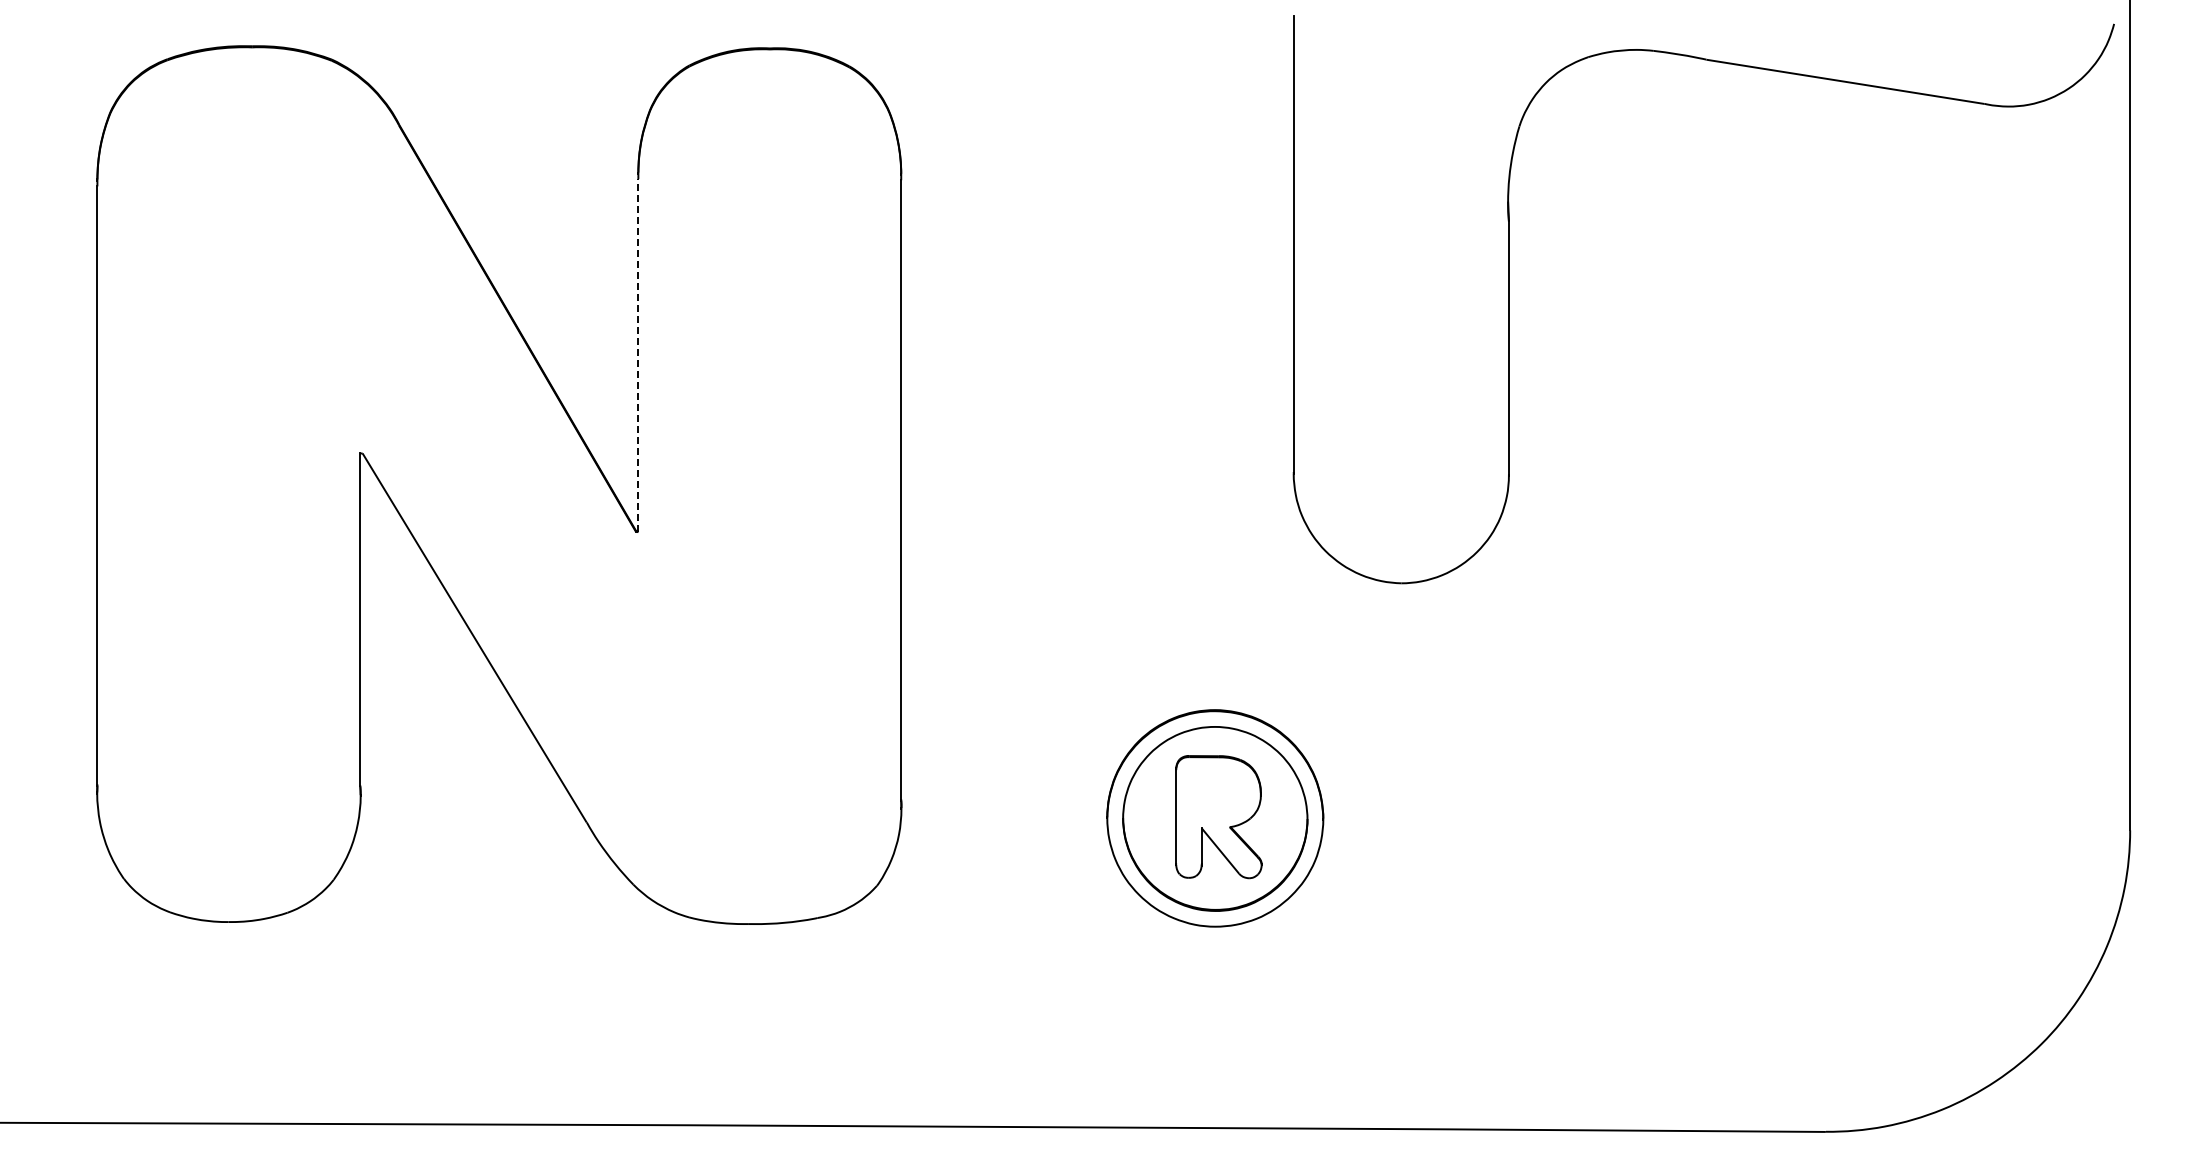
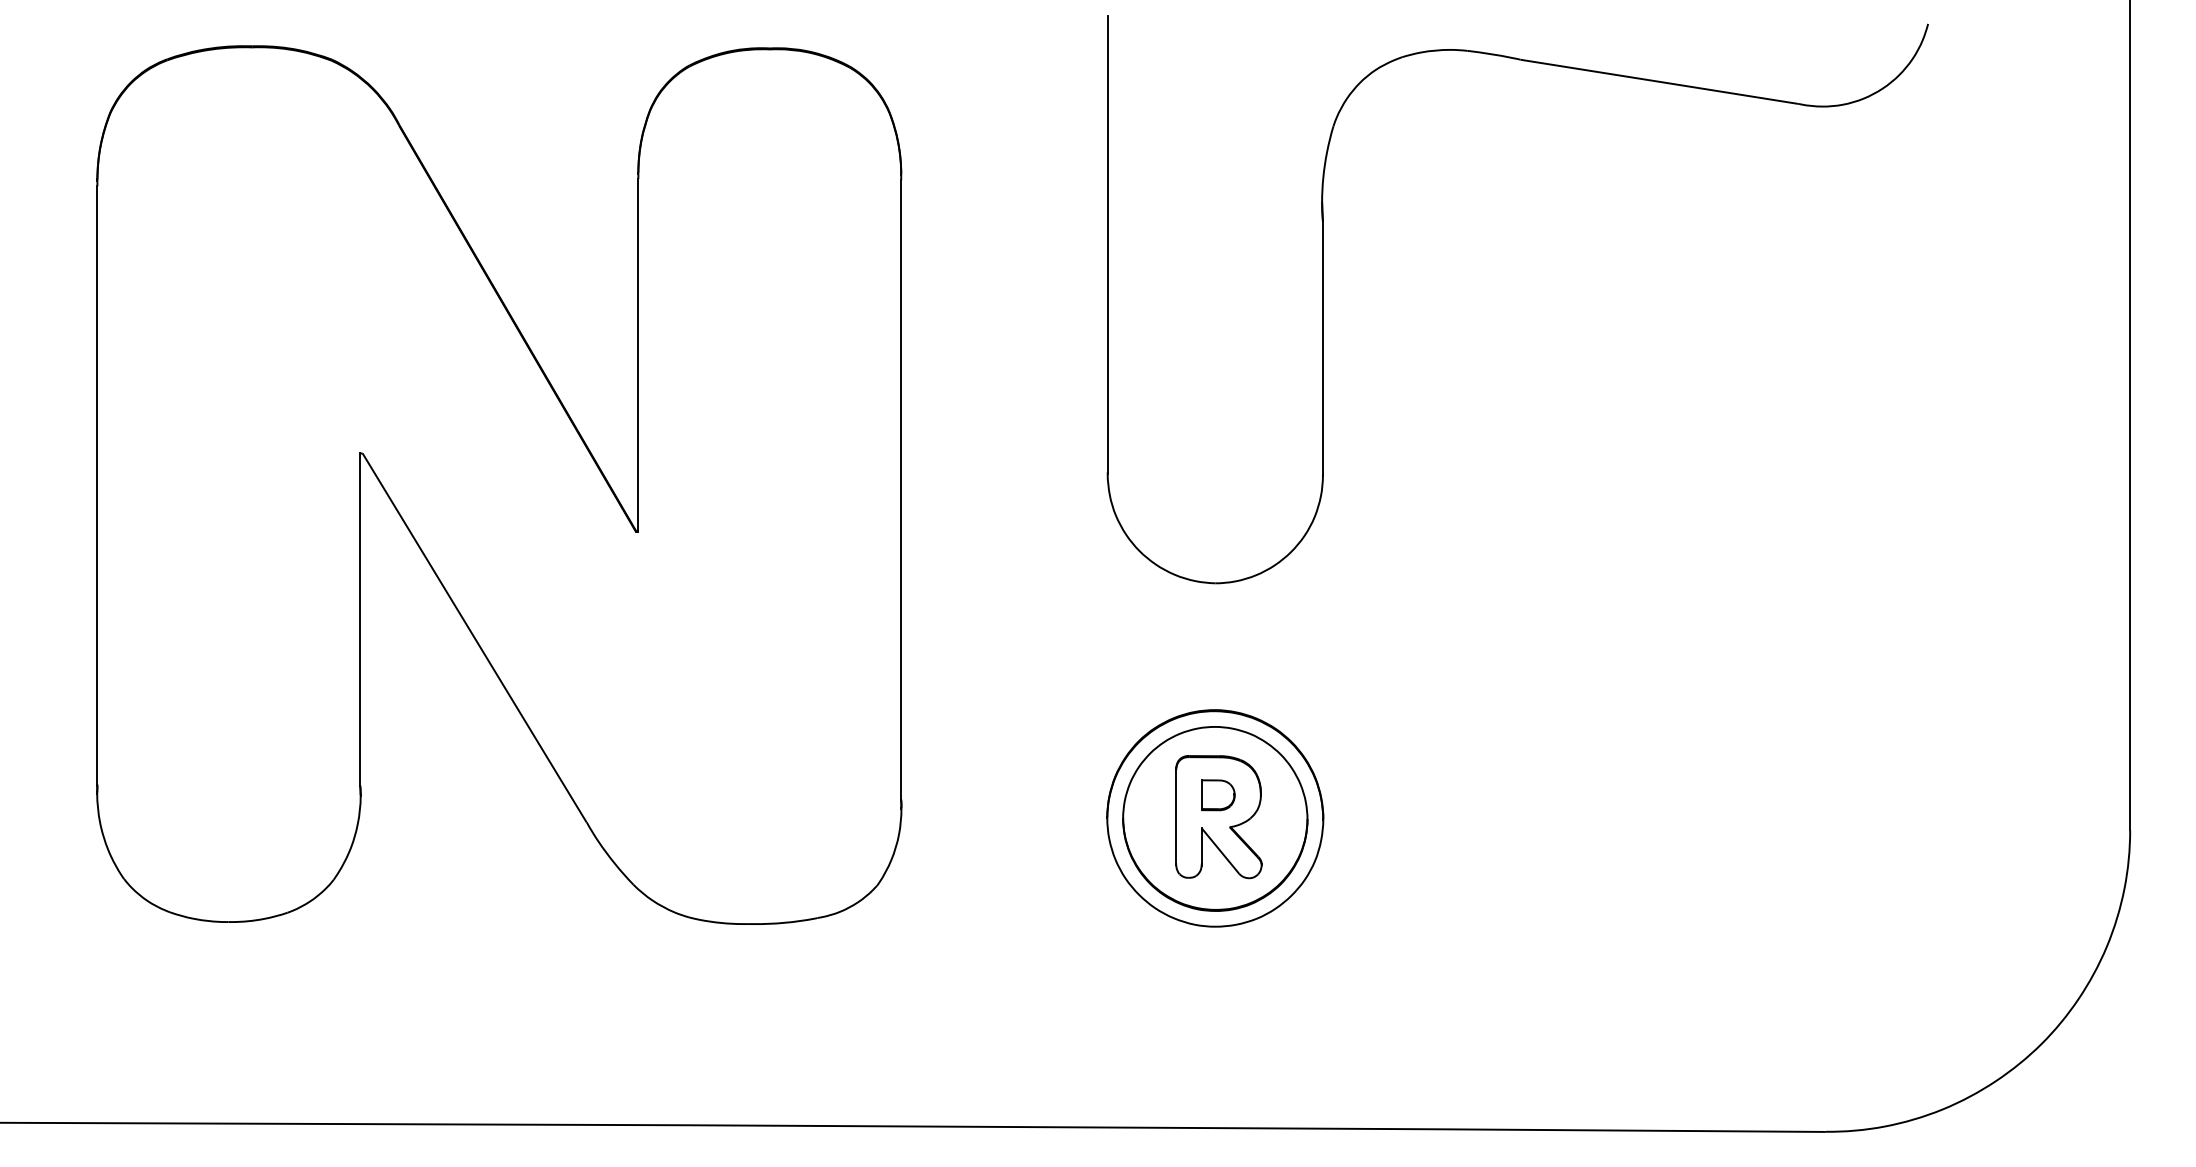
part at (1509, 299) position: (1509, 299) -> (1323, 299)
line at (638, 355): dashed -> solid
part at (1218, 795): none -> present
